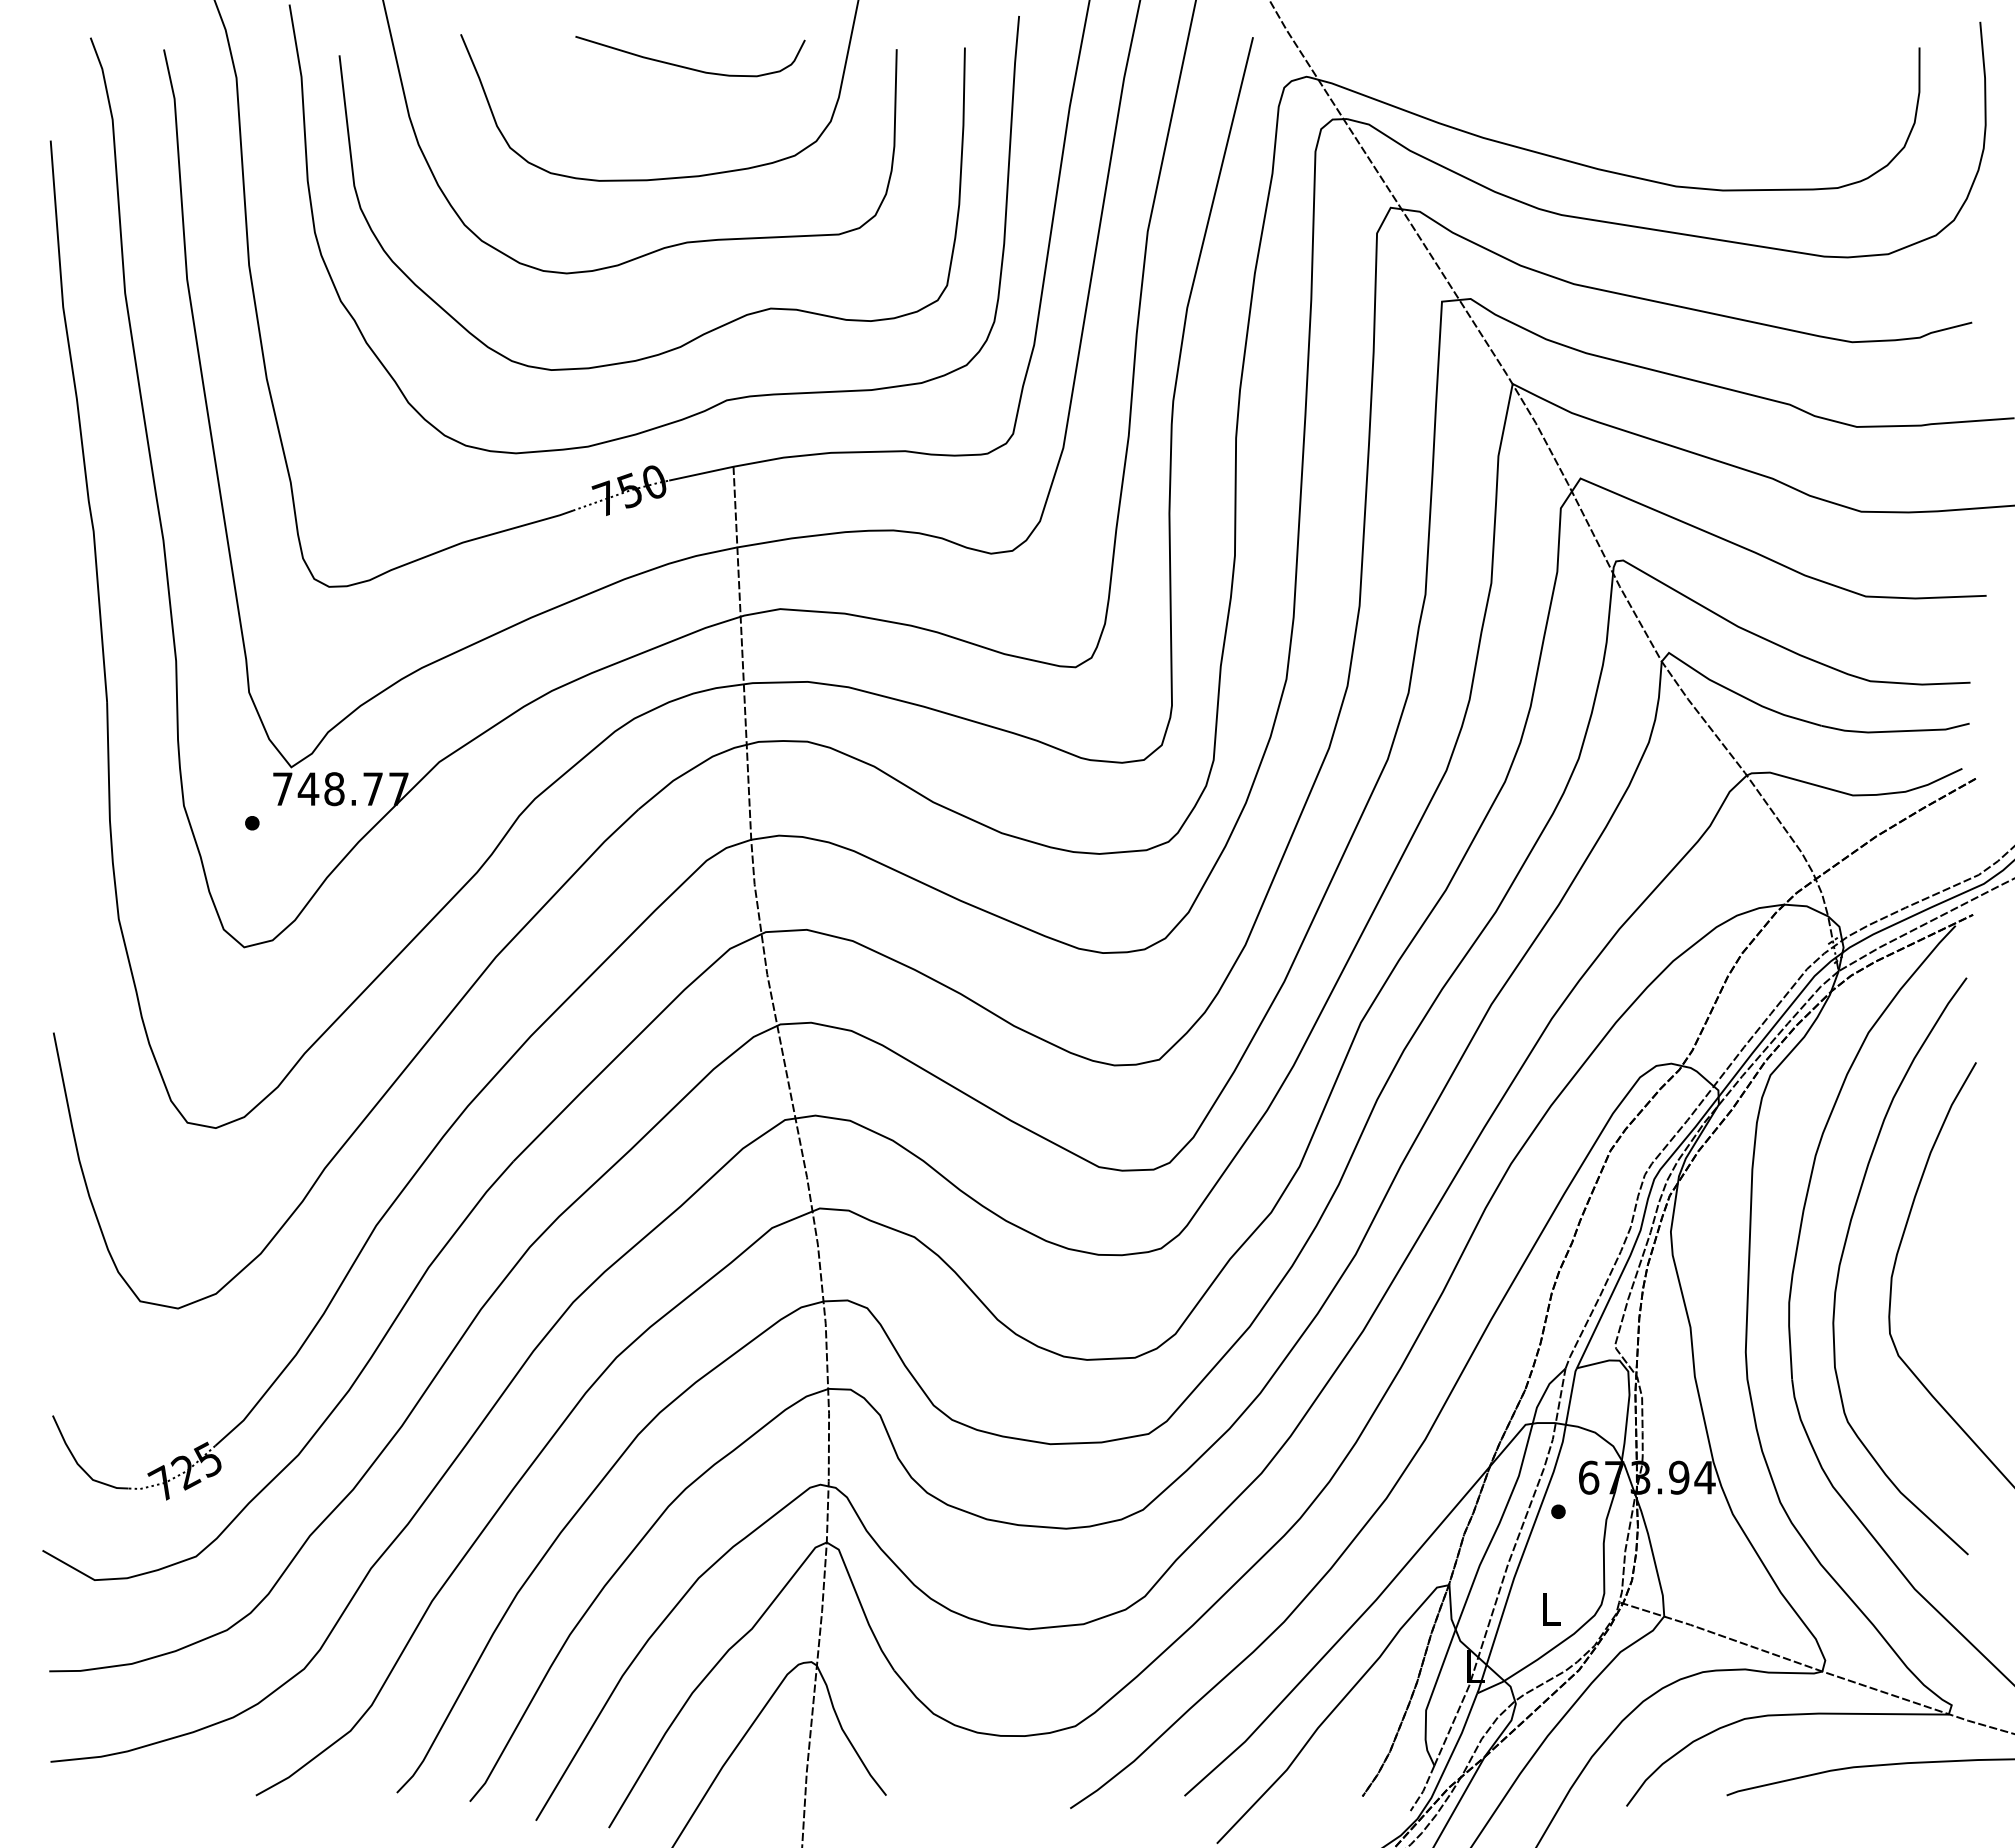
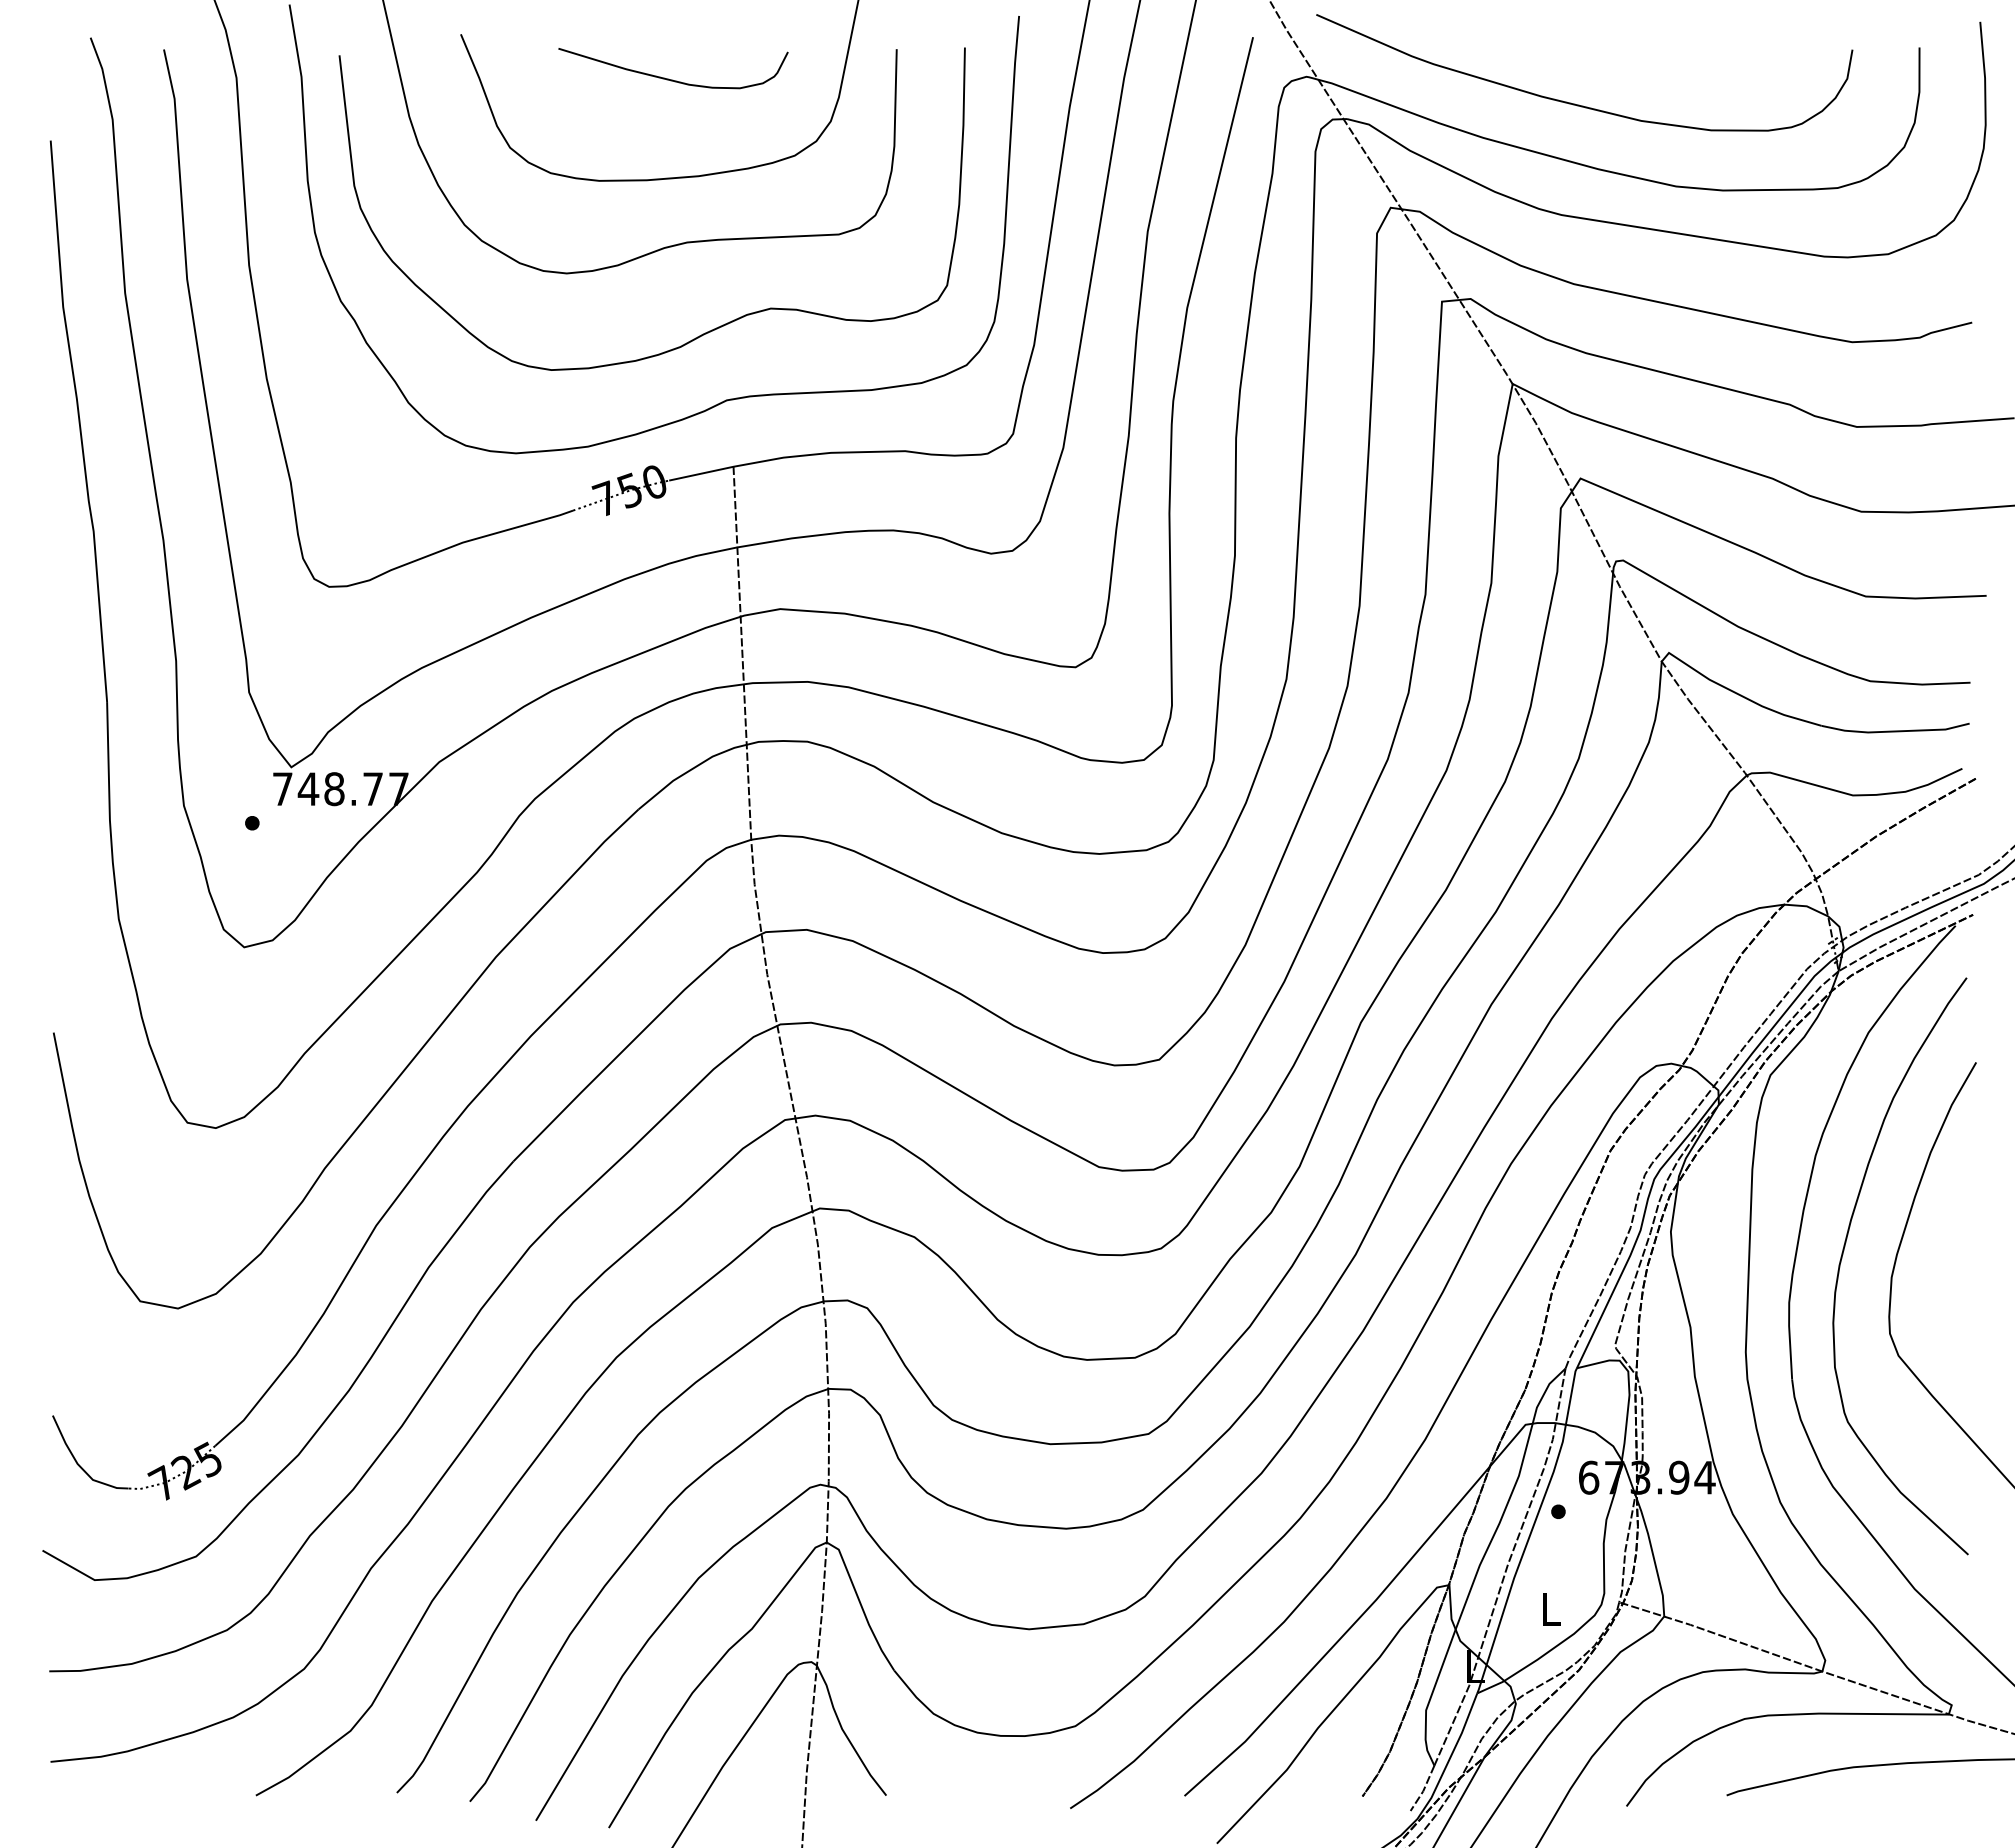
curve at (689, 67) position: (689, 67) -> (672, 79)
curve at (1575, 103): none -> present
